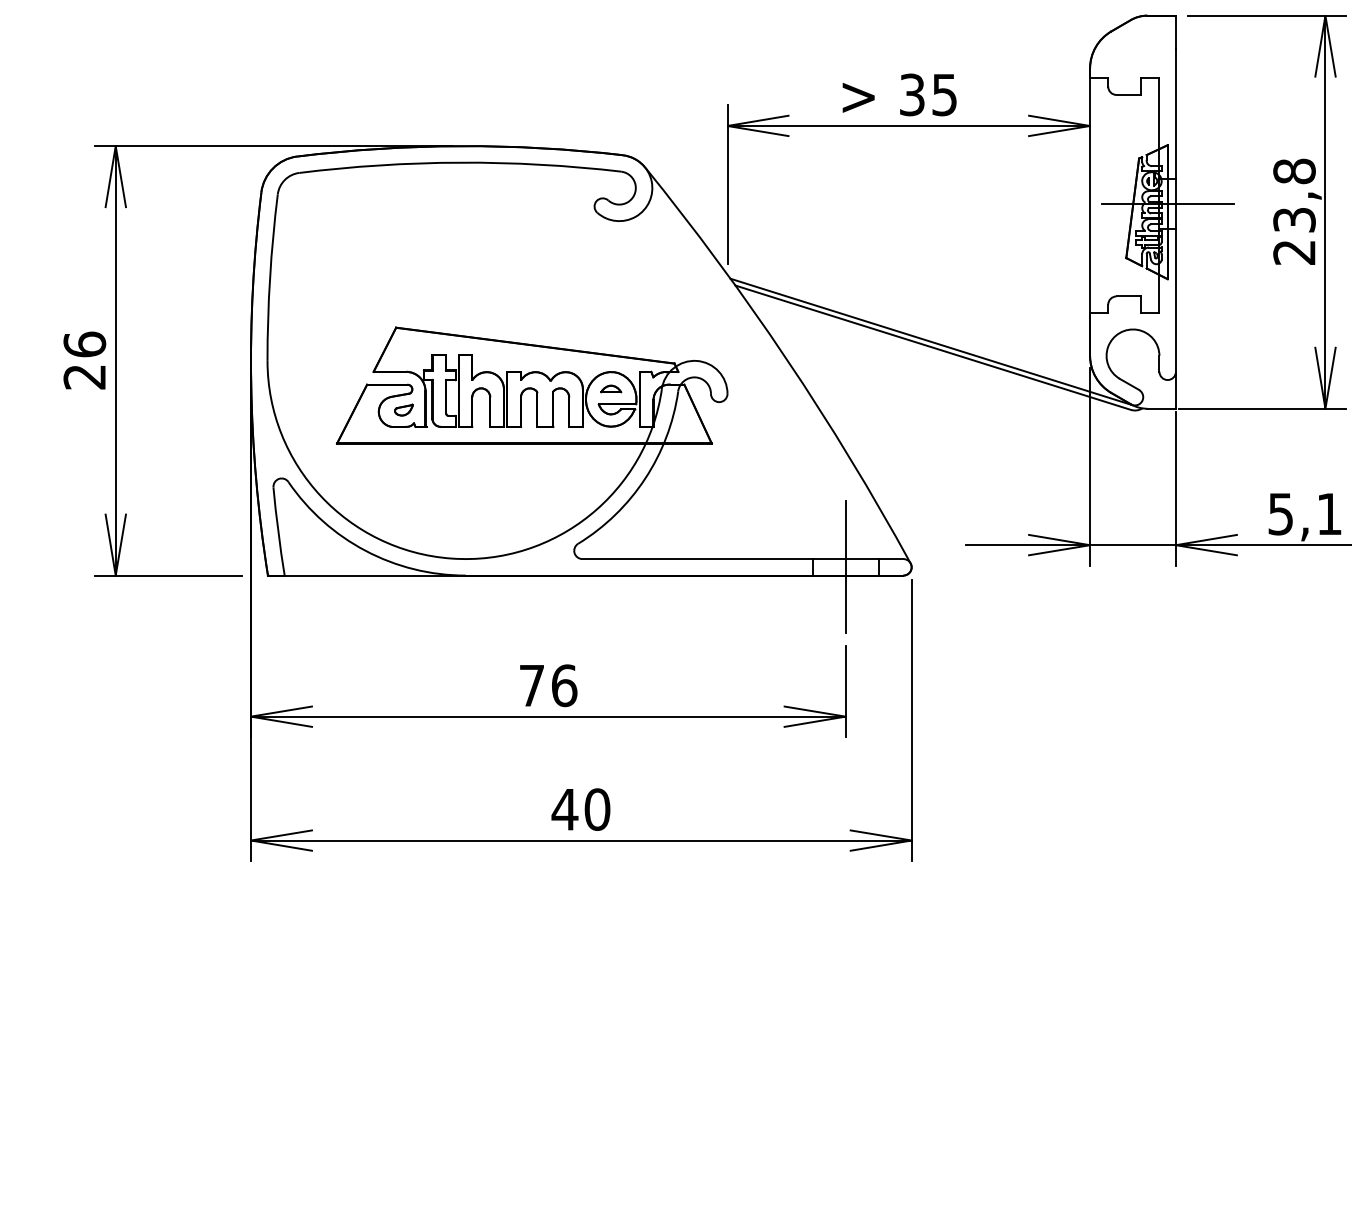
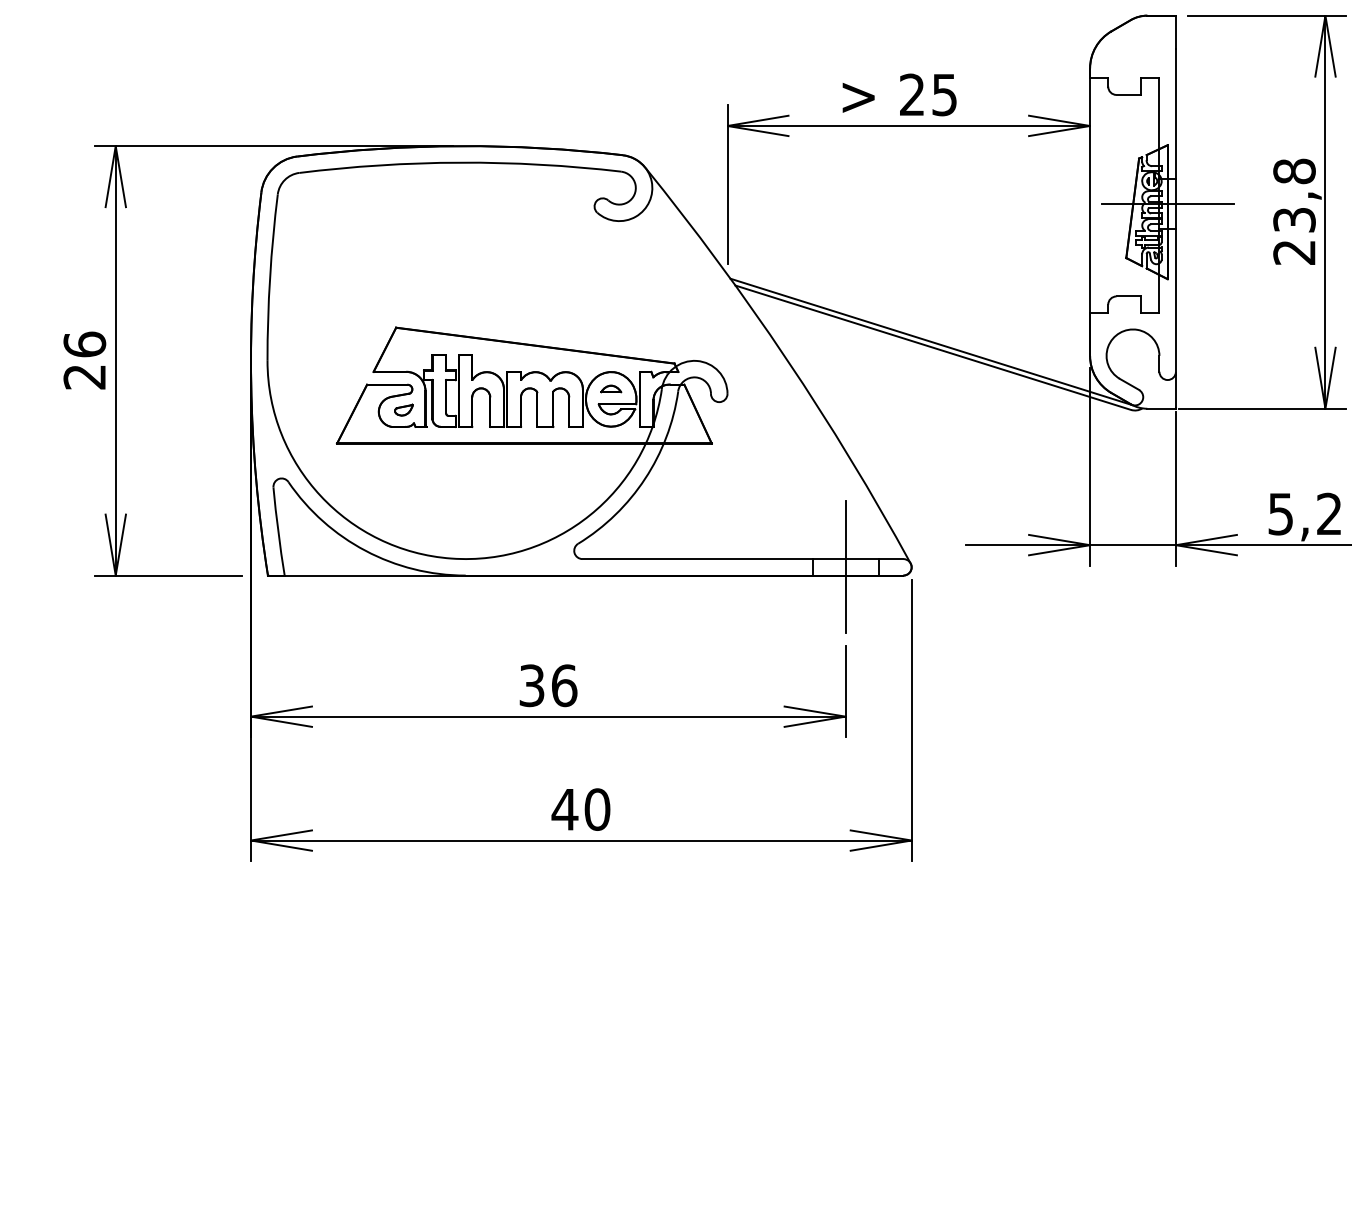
text at (912, 94): 35 -> 25
text at (1329, 513): 5,1 -> 5,2
text at (531, 685): 76 -> 36
